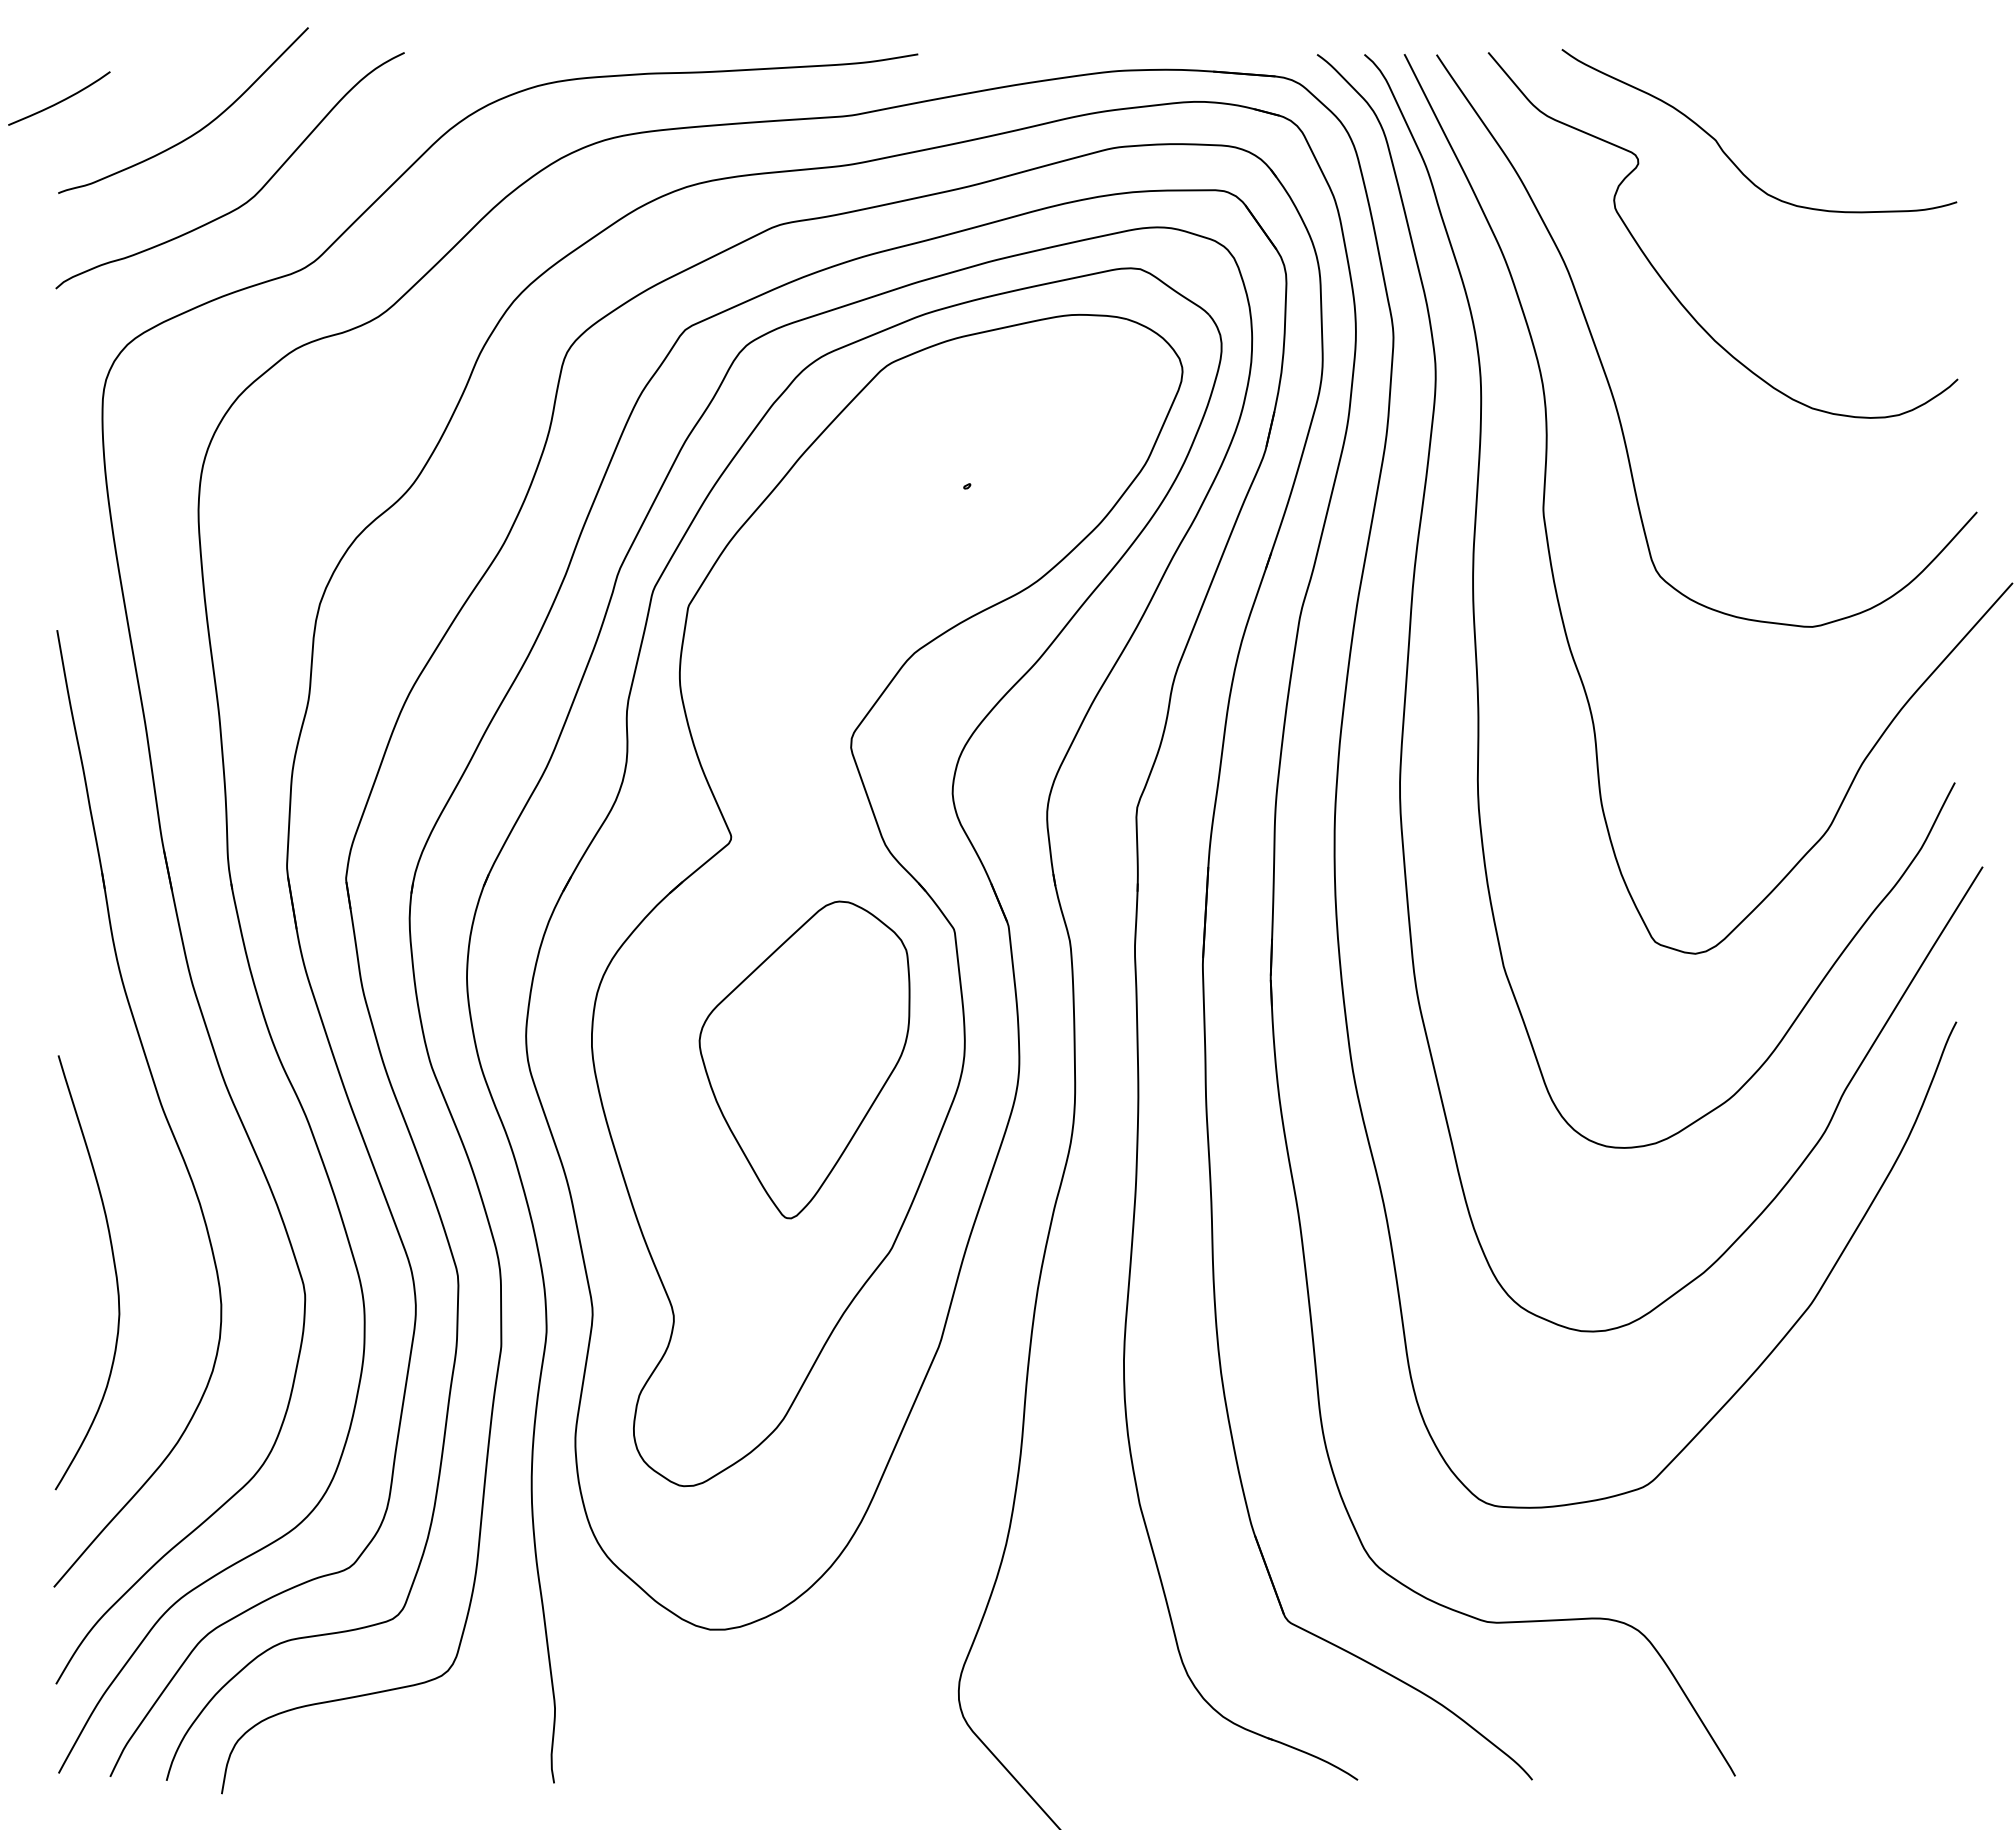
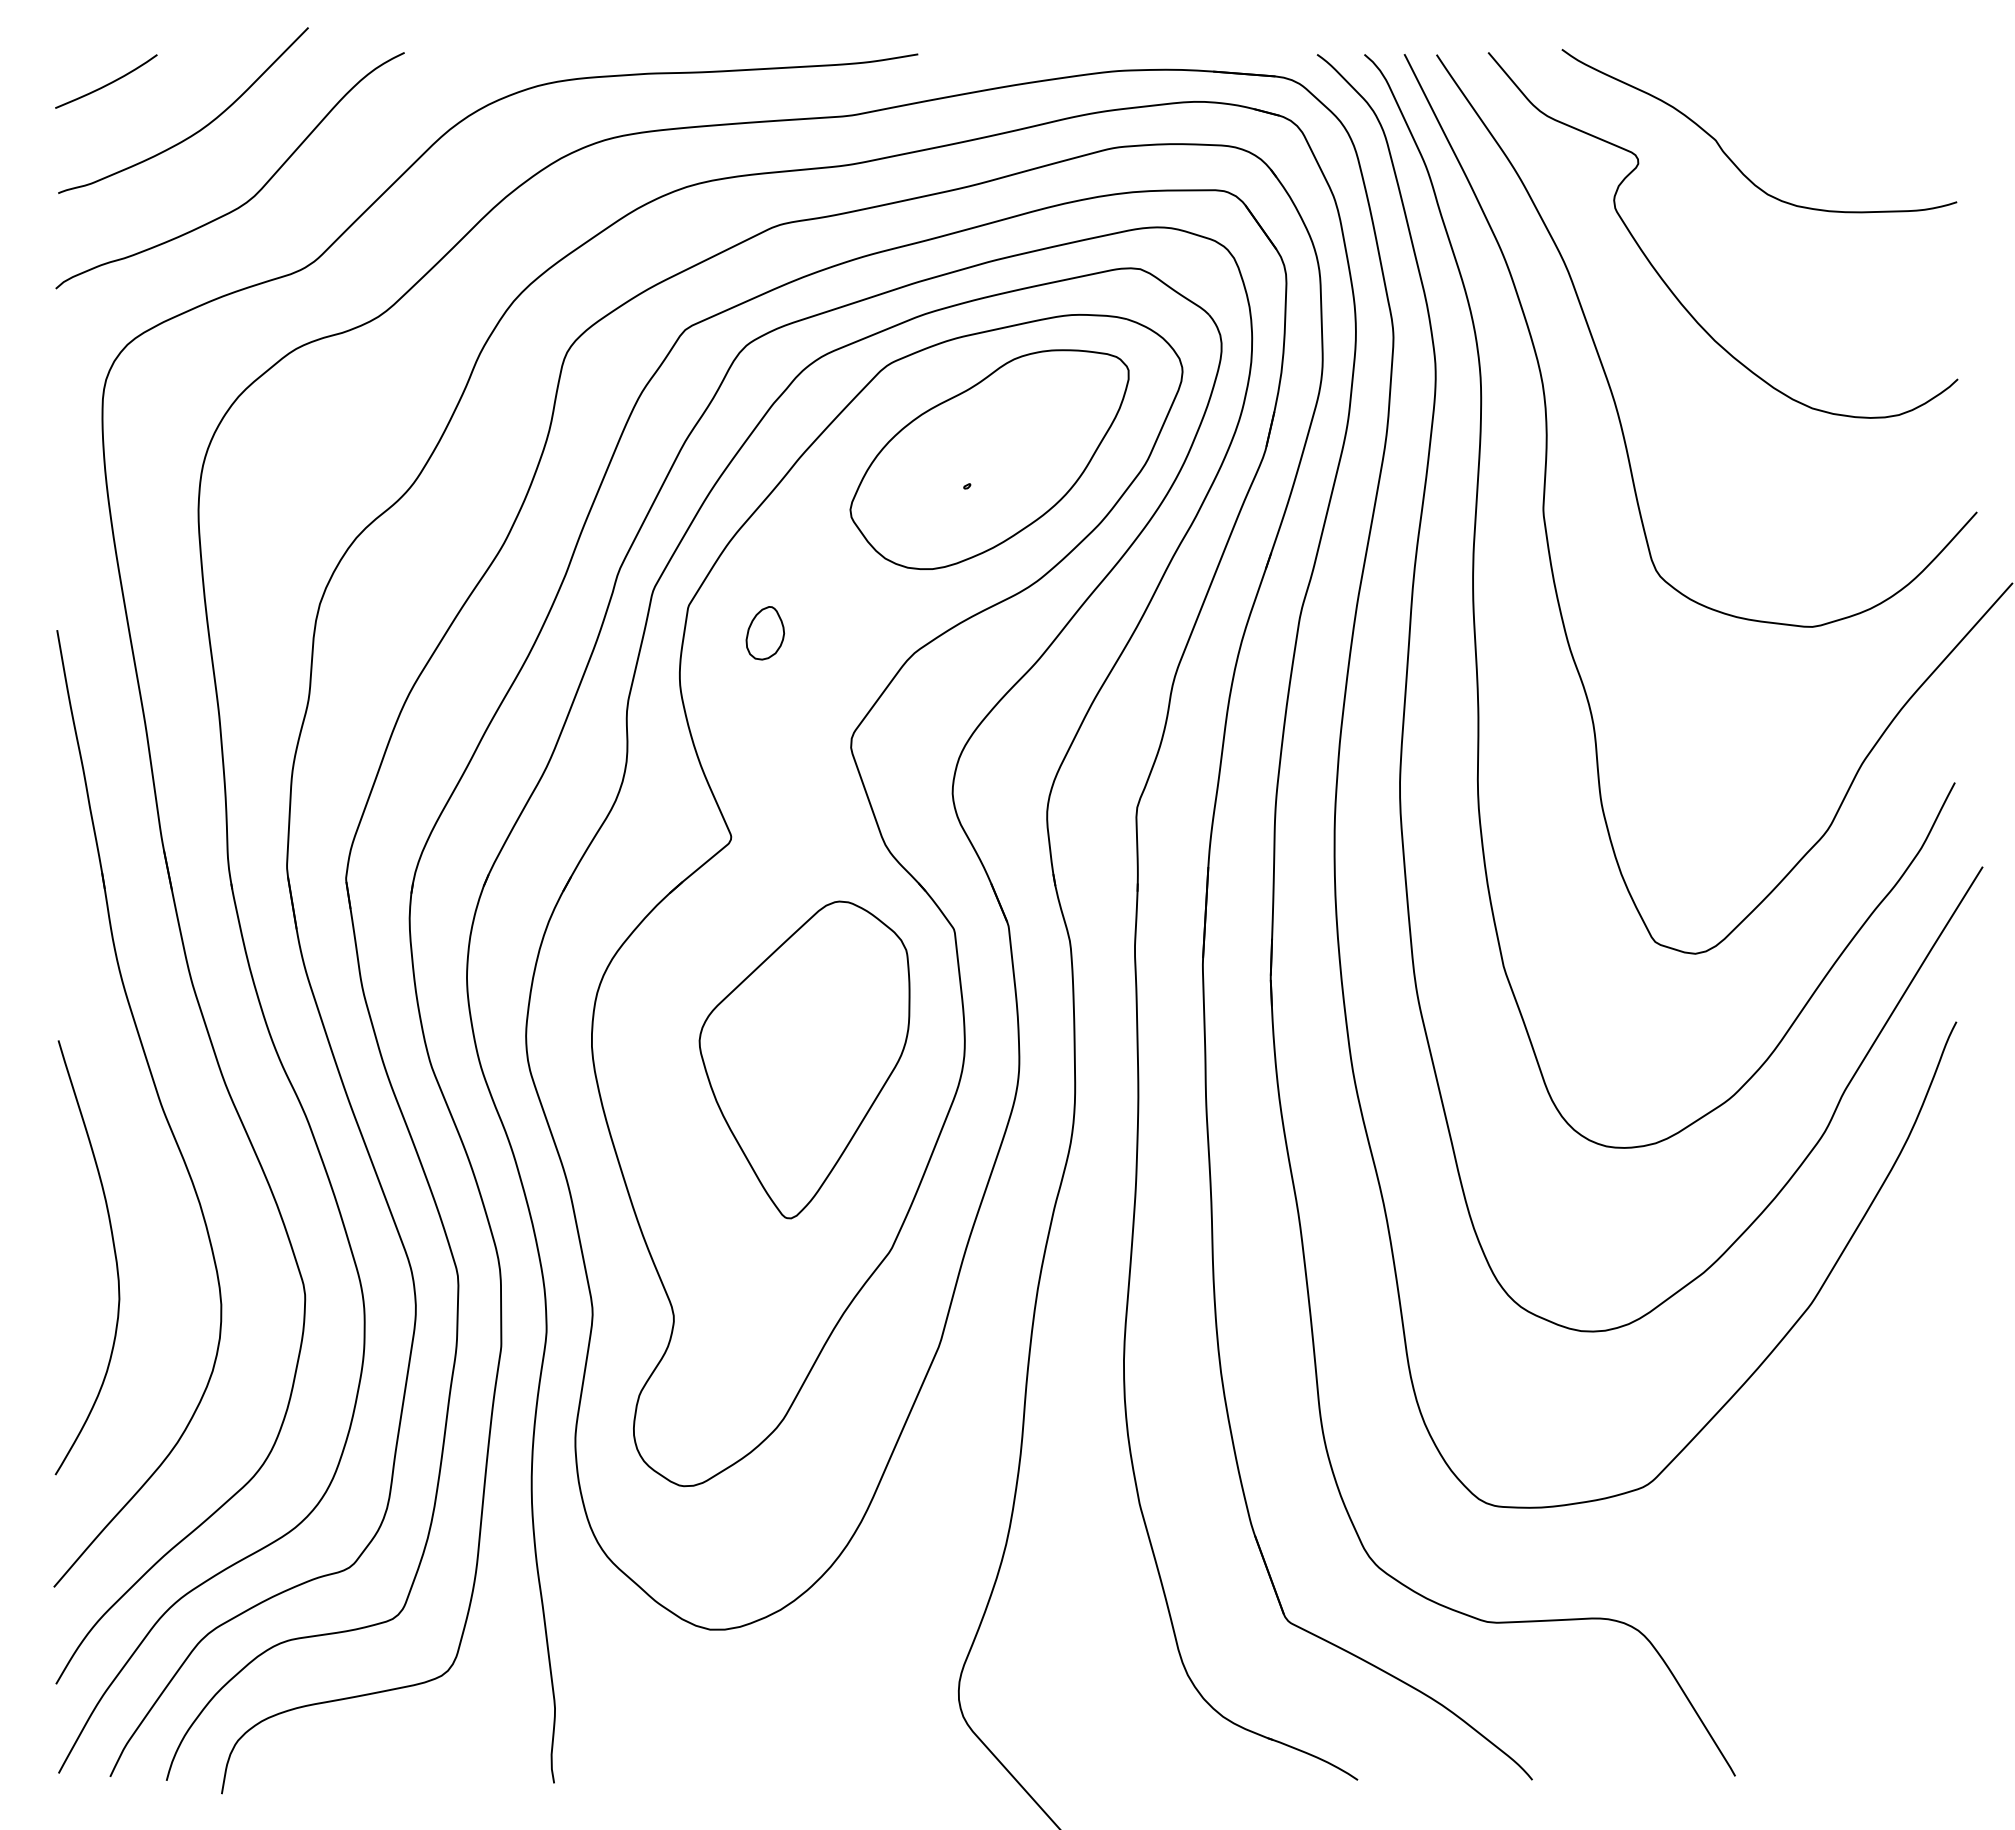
curve at (60, 100) position: (60, 100) -> (107, 83)
part at (989, 459): none -> present
part at (764, 633): none -> present
curve at (114, 1271) position: (114, 1271) -> (114, 1256)
